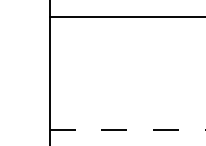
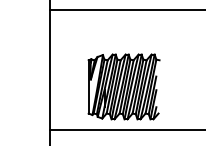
line at (125, 17) position: (125, 17) -> (125, 10)
part at (123, 86): none -> present
line at (127, 130): dashed -> solid
